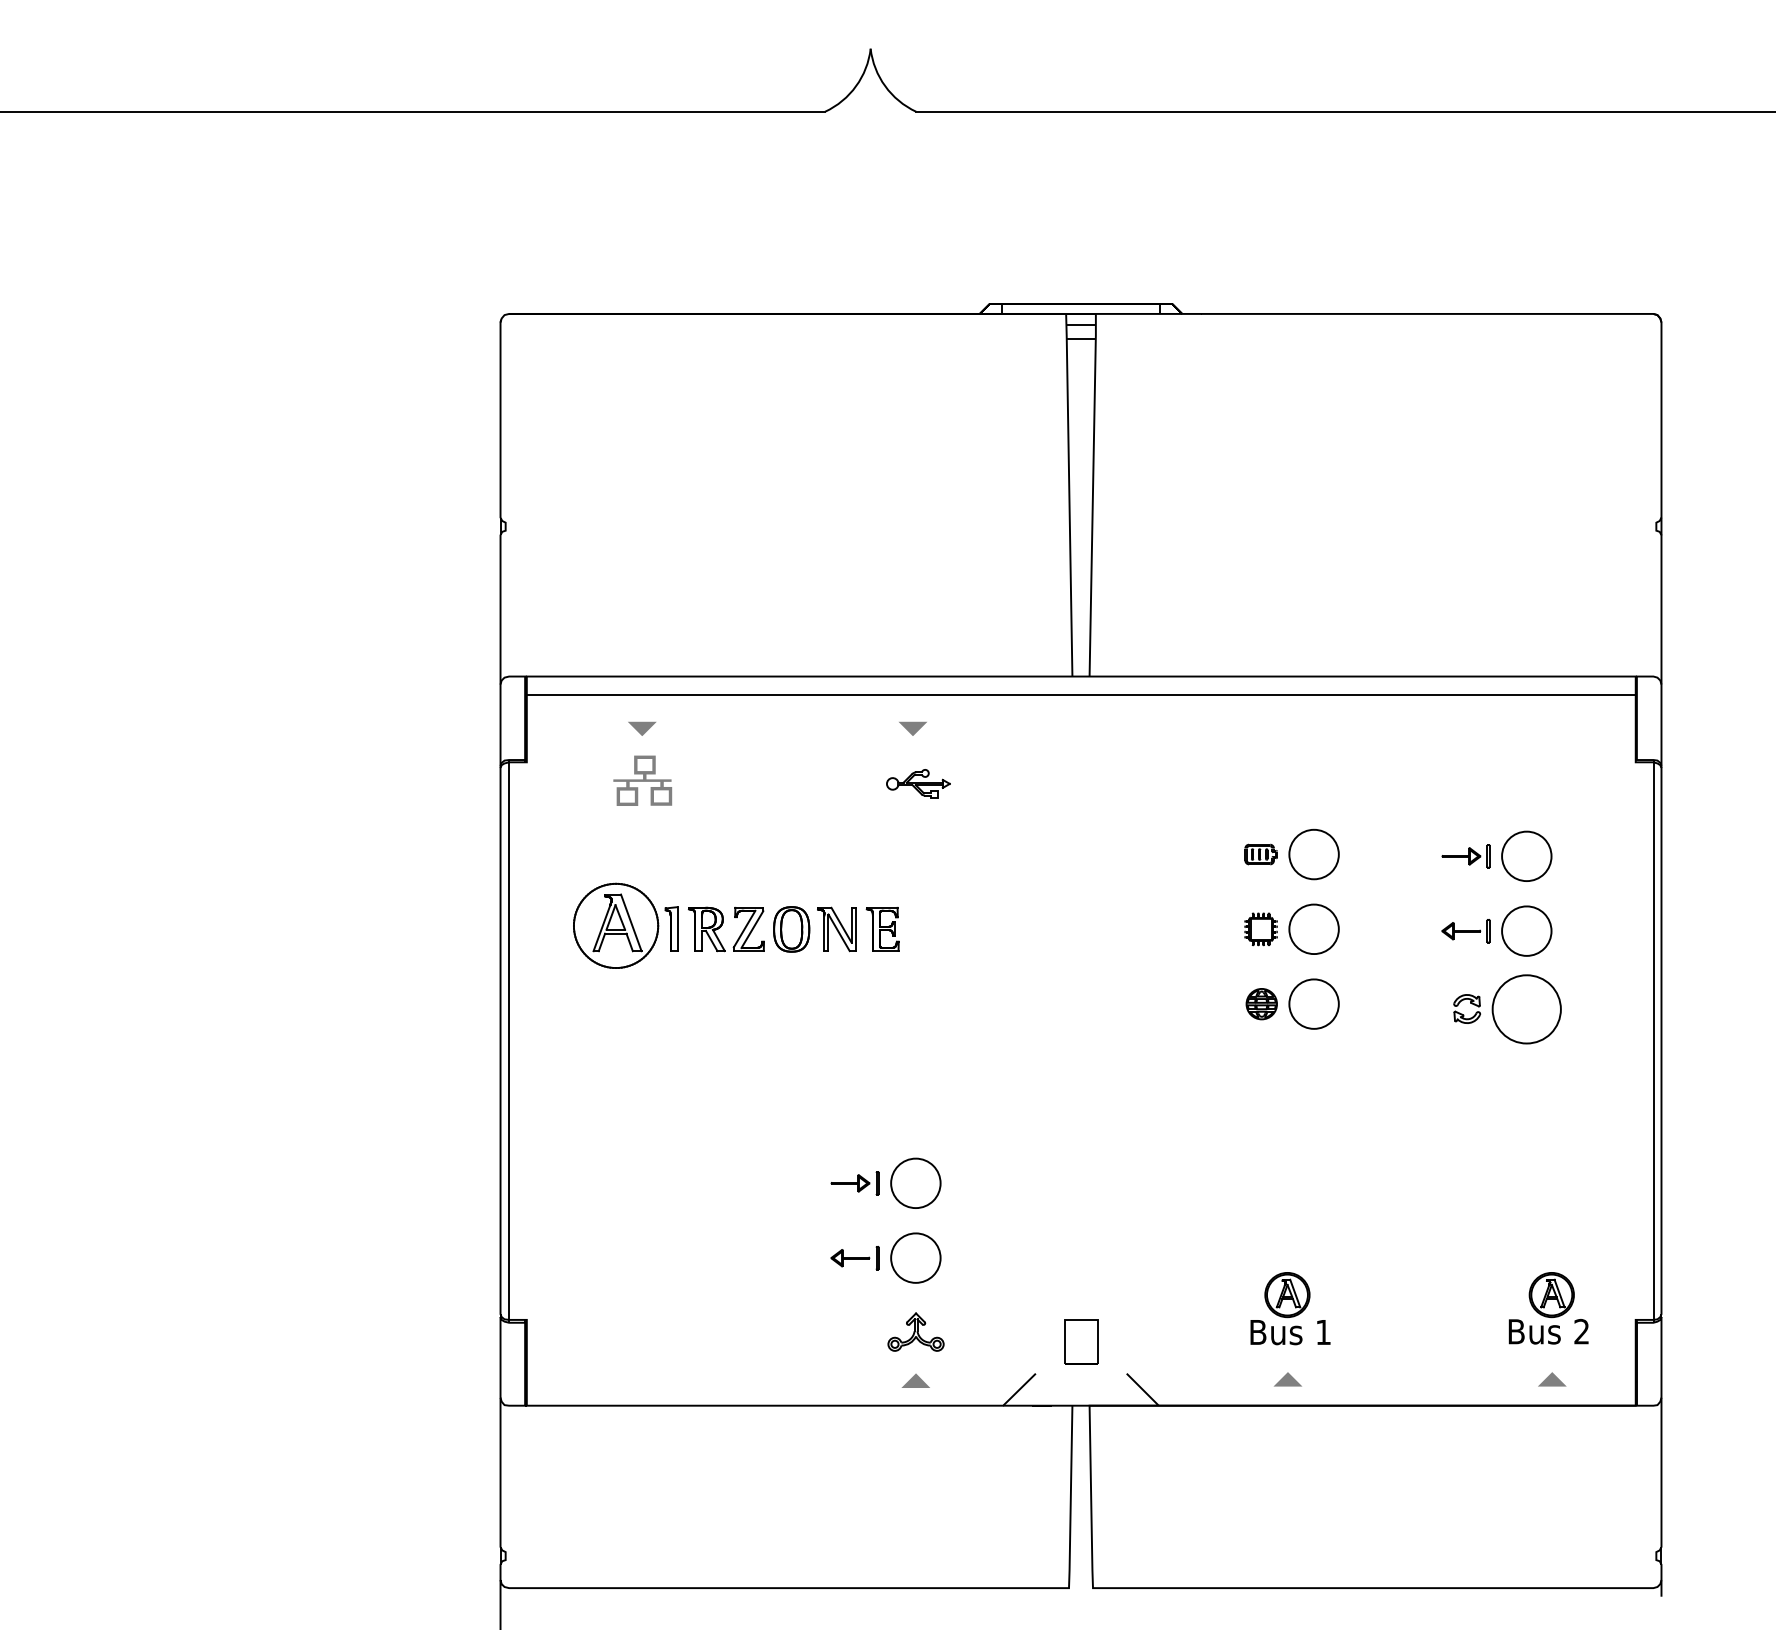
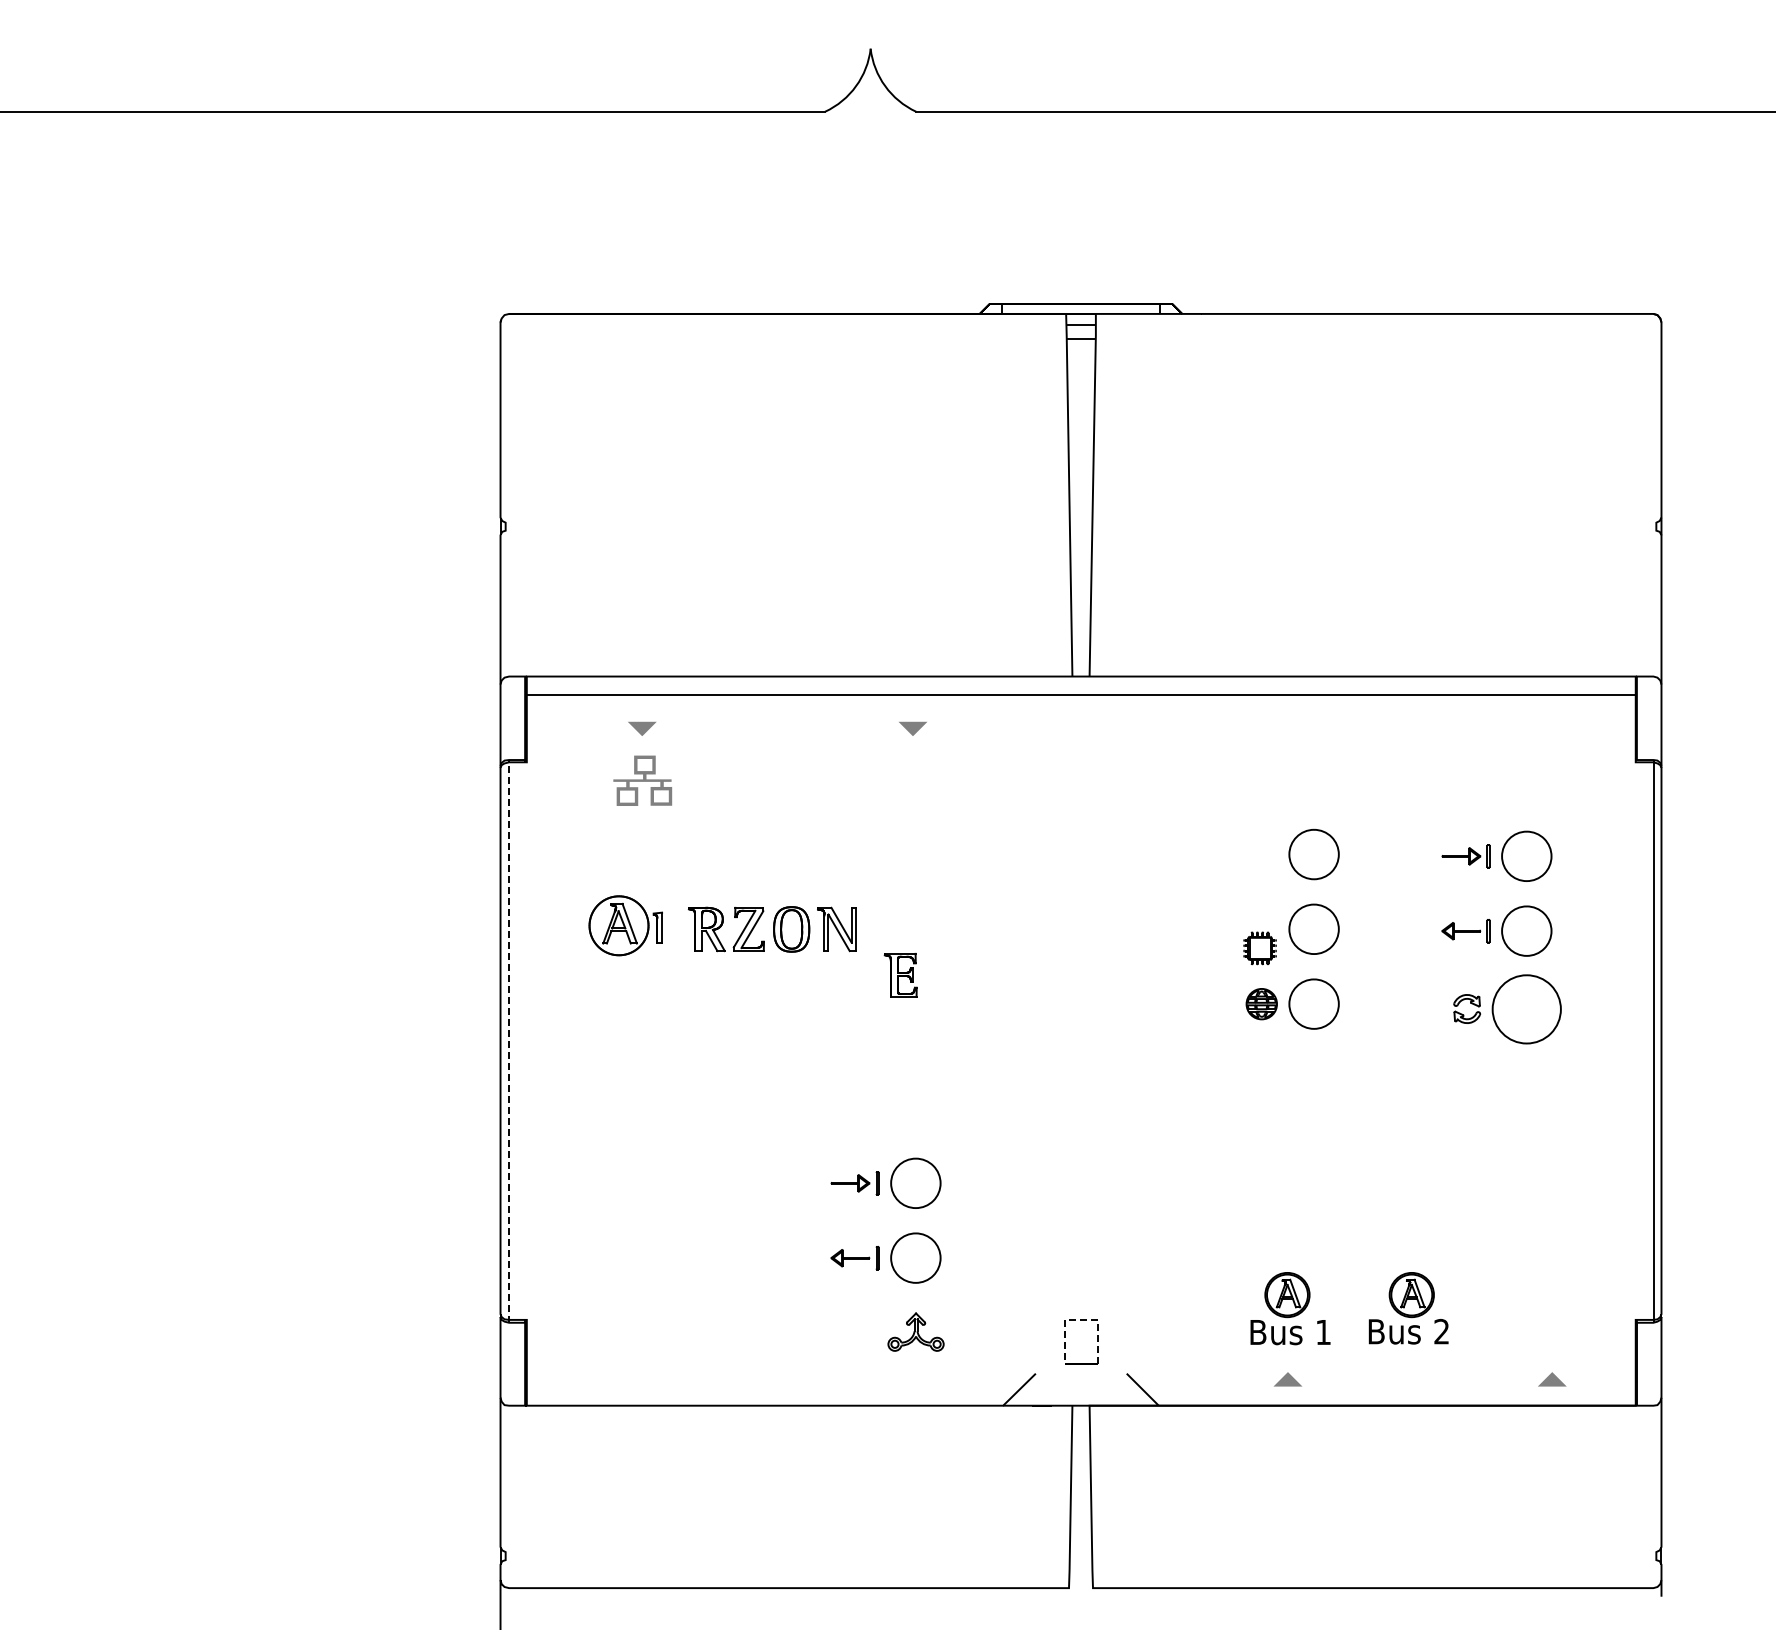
part at (918, 783): present -> none
part at (1260, 854): present -> none
part at (625, 925) size: 106x87 px -> 75x62 px
part at (882, 929) position: (882, 929) -> (900, 975)
part at (1260, 929) position: (1260, 929) -> (1259, 948)
line at (508, 1040): solid -> dashed
part at (1548, 1308) position: (1548, 1308) -> (1408, 1308)
line at (1080, 1319): solid -> dashed
fill at (915, 1380): present -> none
